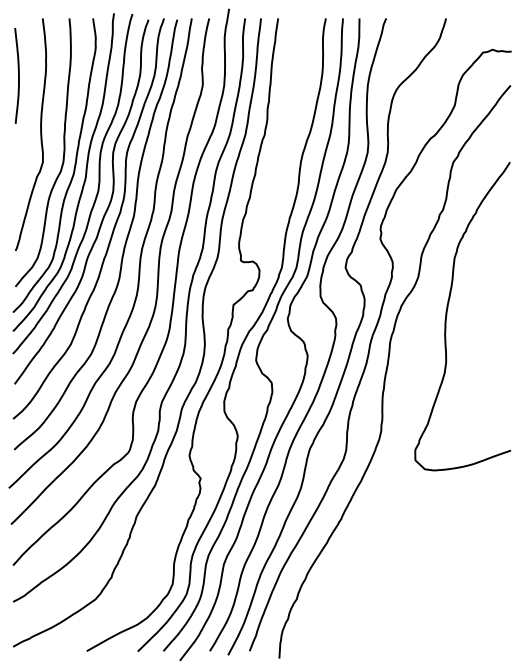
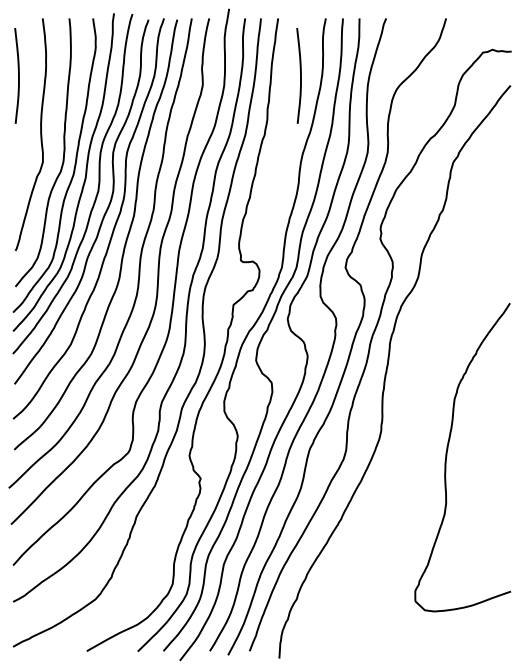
curve at (300, 75): none -> present
curve at (447, 315) position: (447, 315) -> (447, 456)
